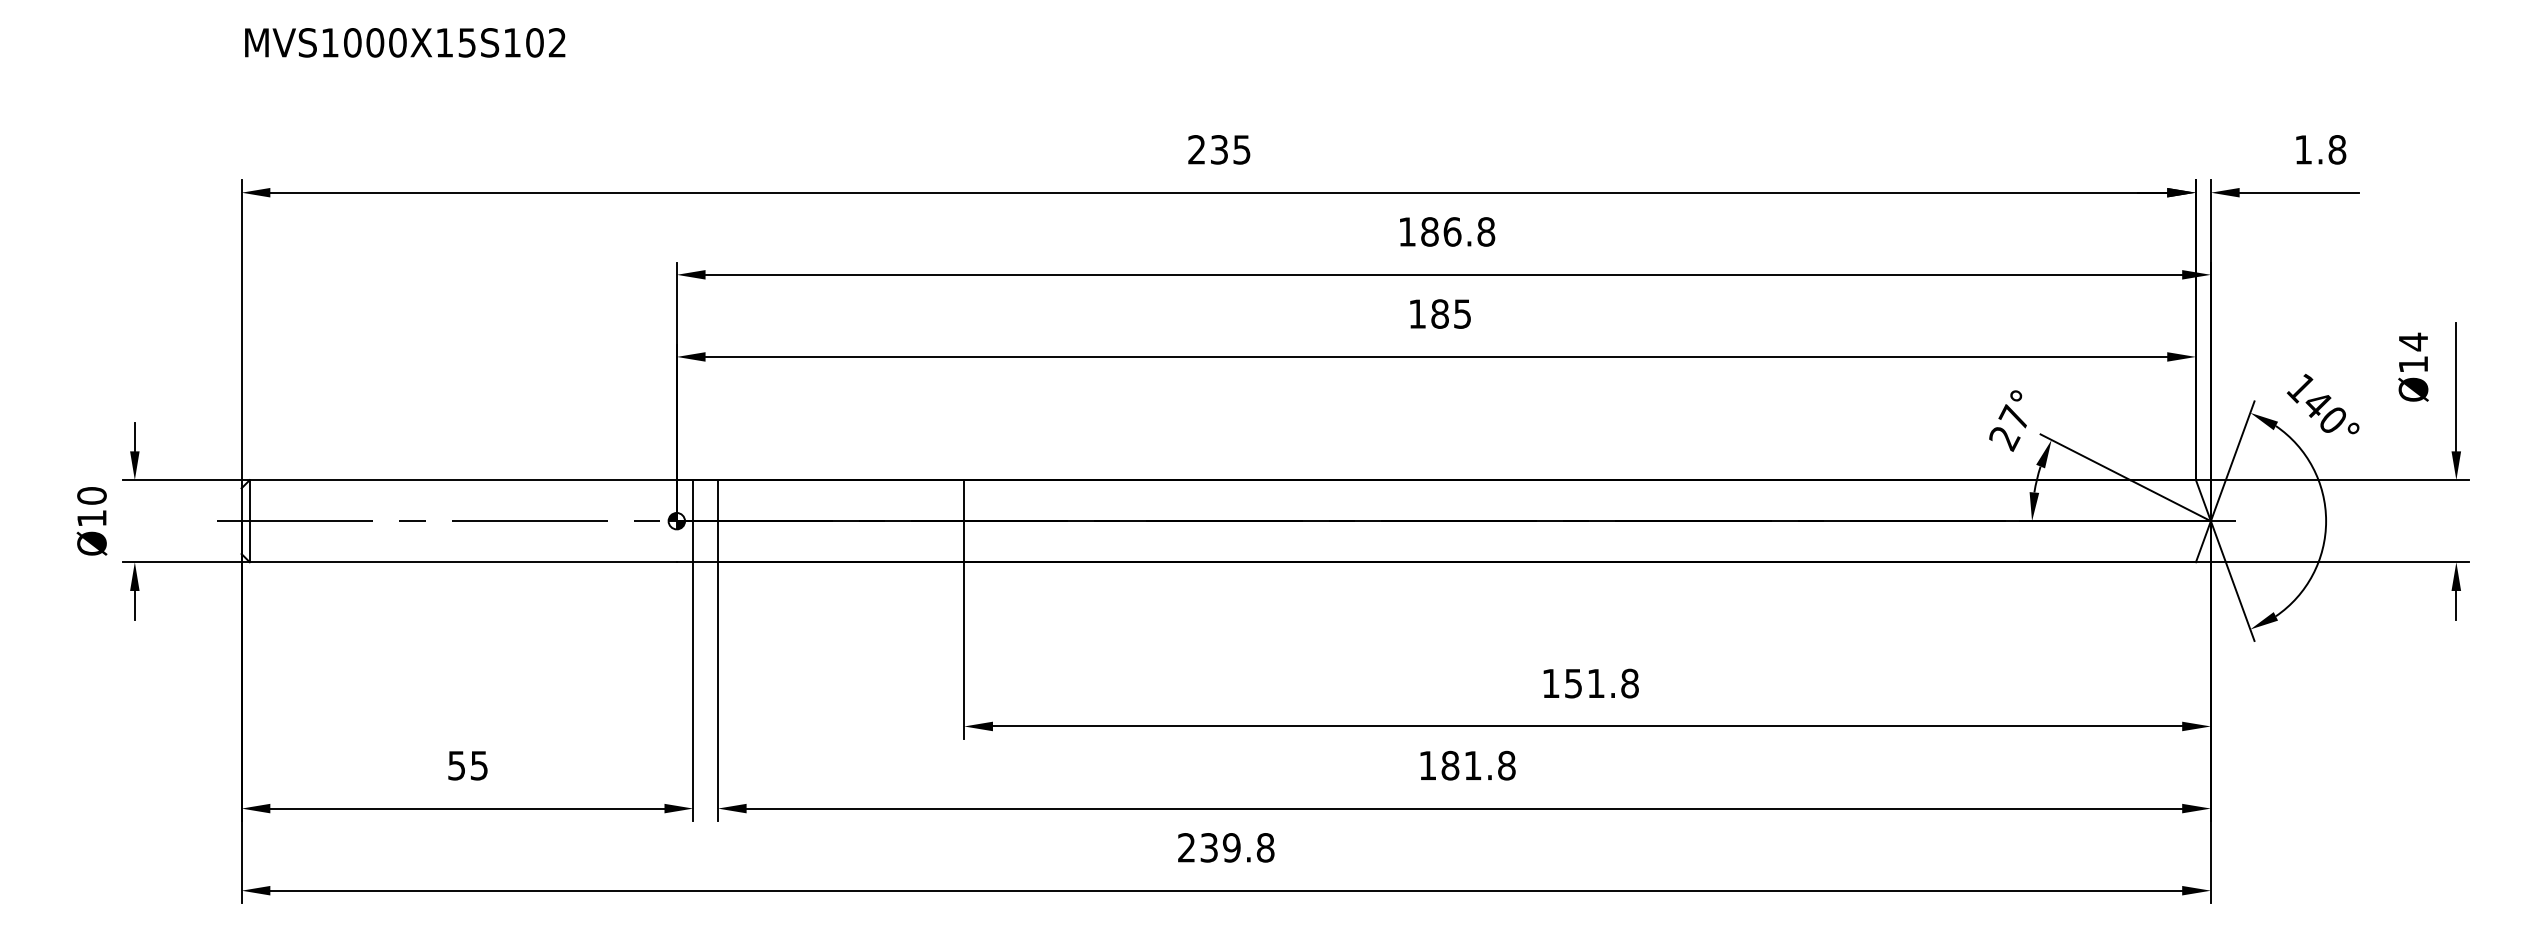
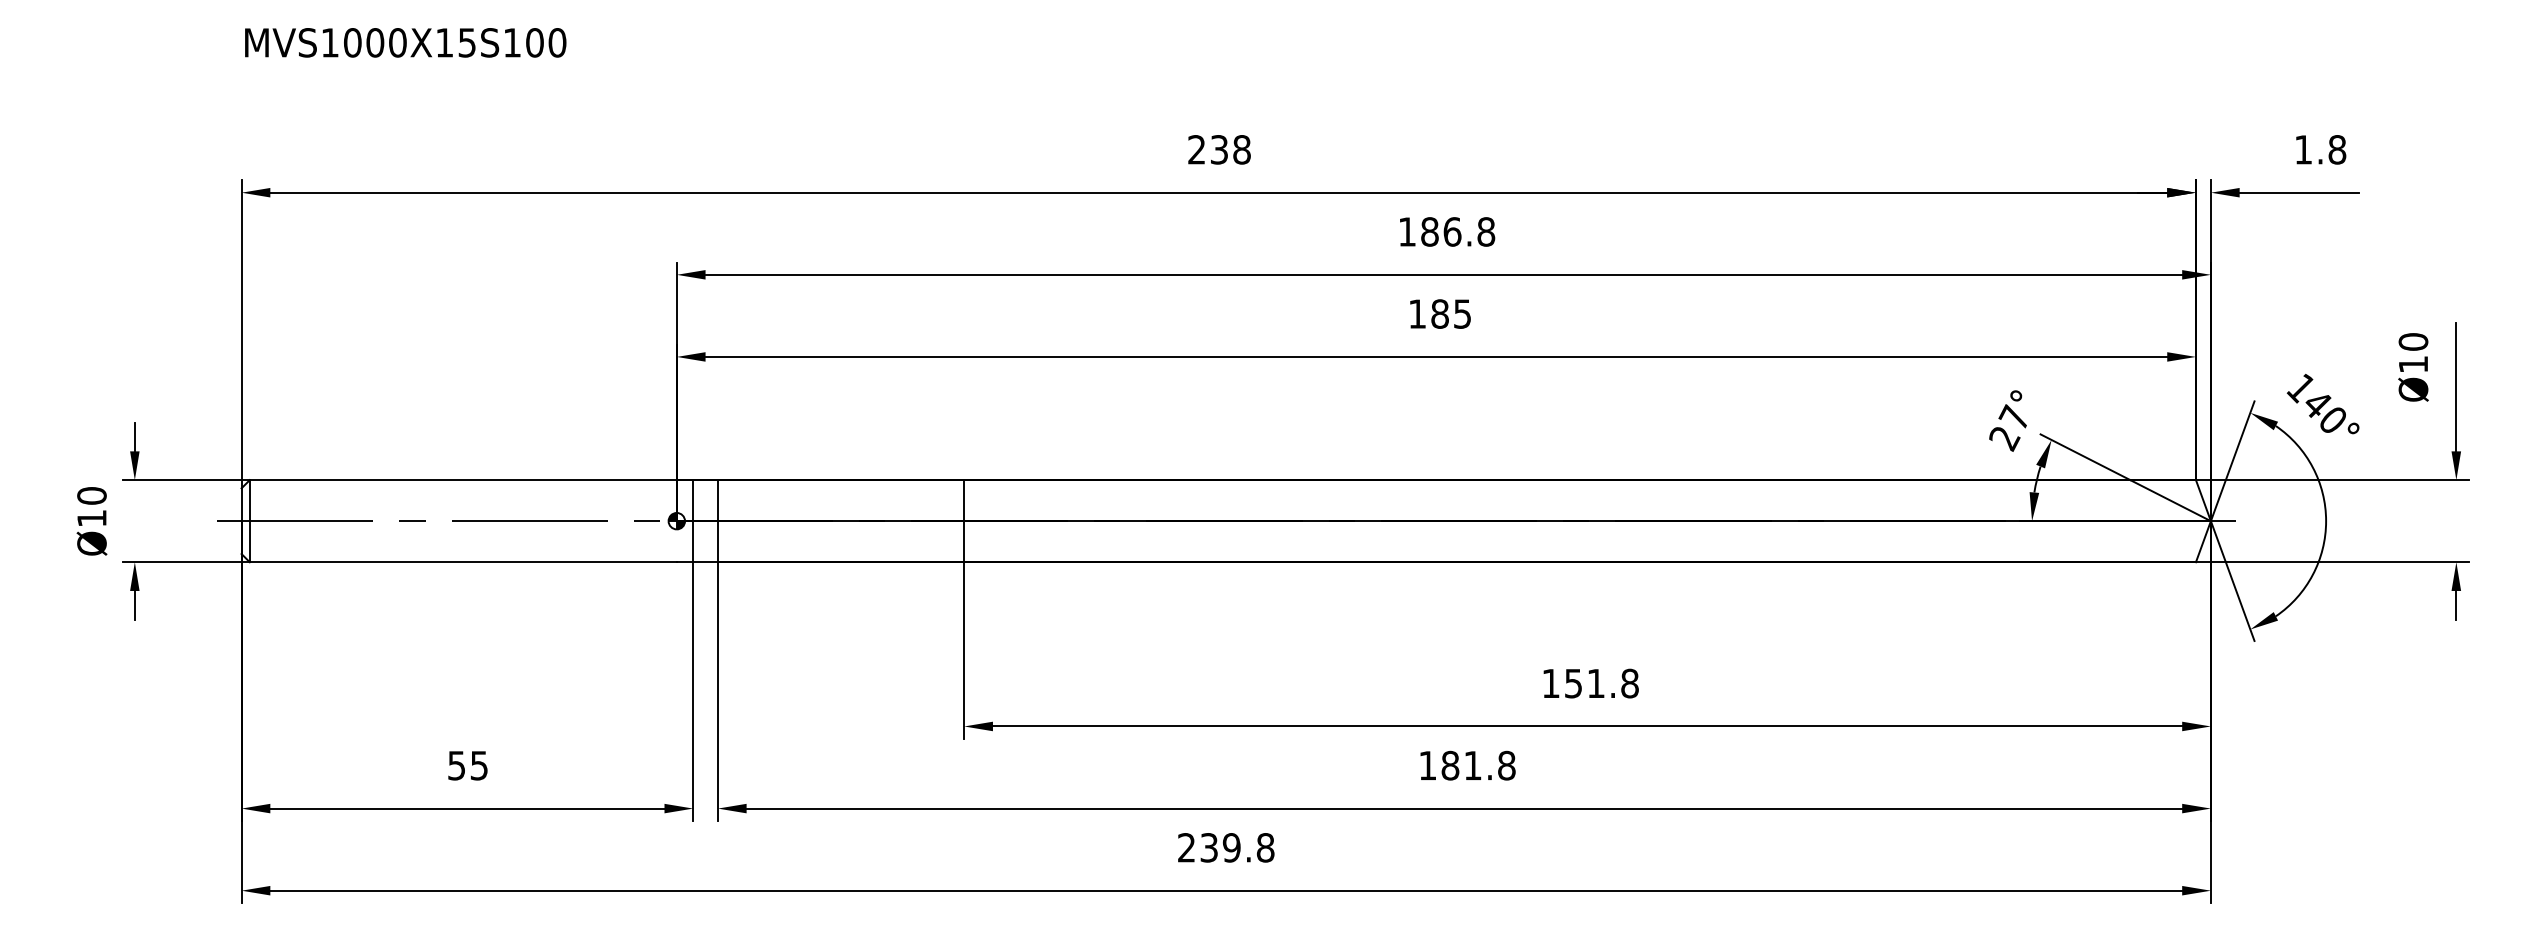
text at (557, 42): MVS1000X15S102 -> MVS1000X15S100
text at (1241, 149): 235 -> 238
text at (2413, 341): Ø14 -> Ø10
